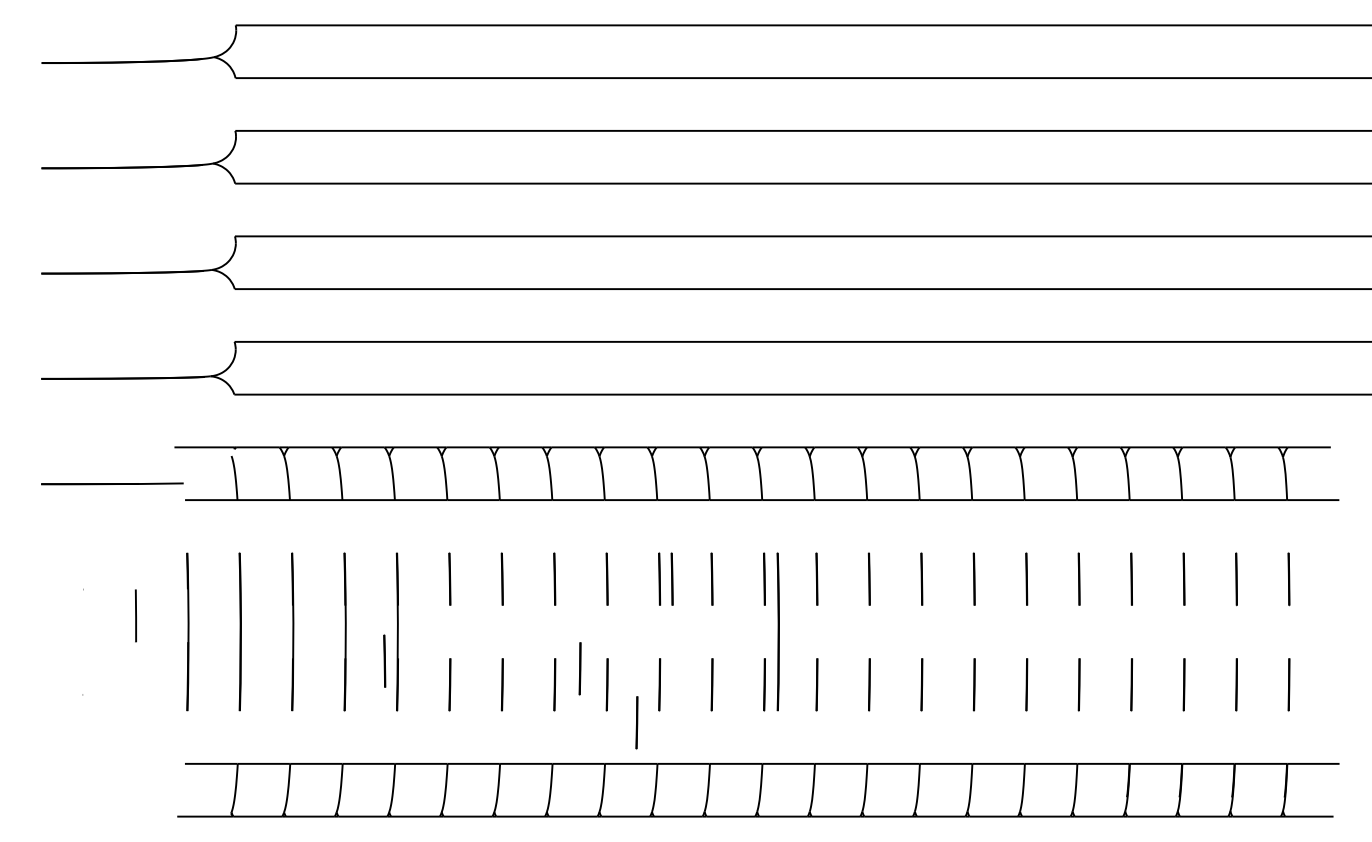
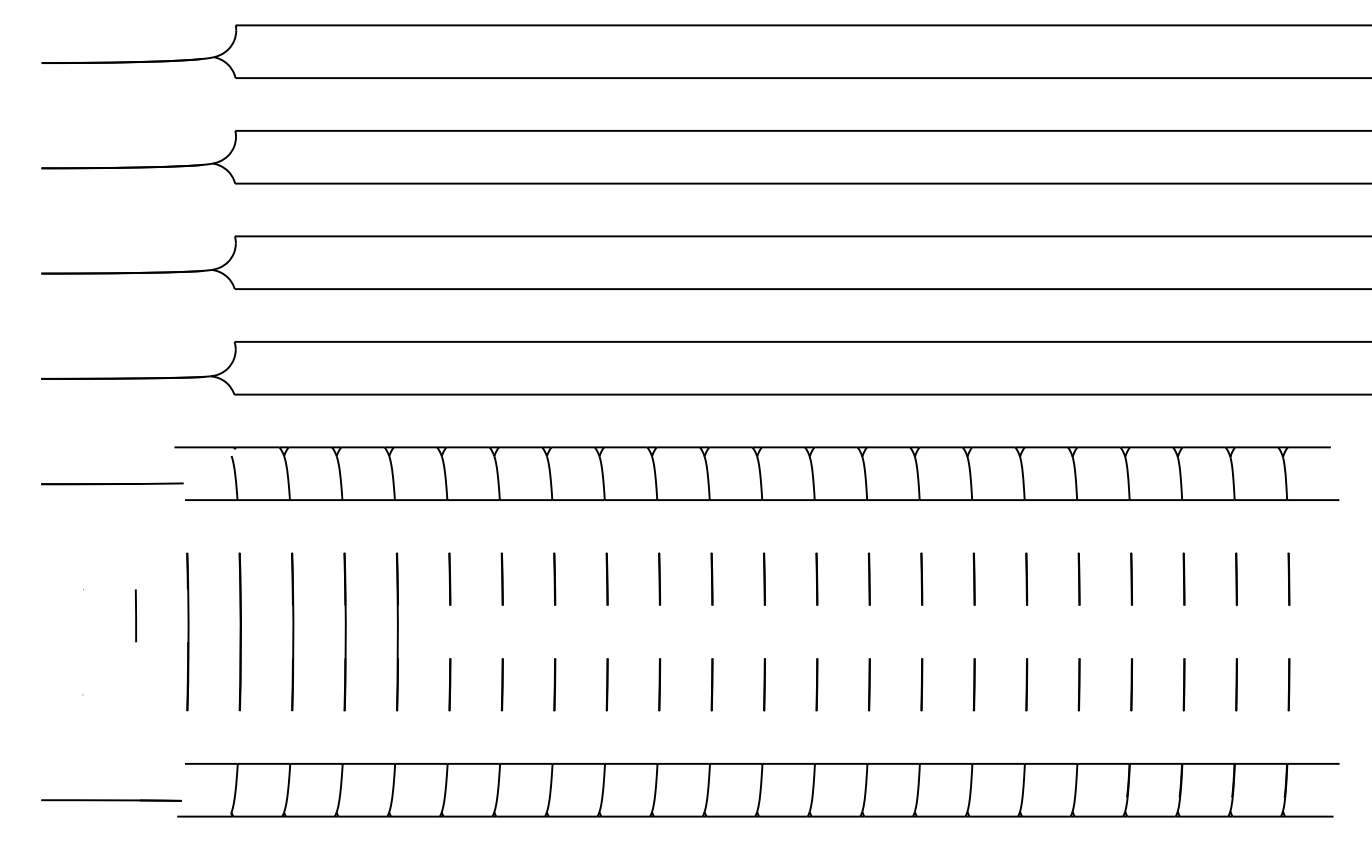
line at (671, 578): present -> none
line at (777, 631): present -> none
line at (384, 660): present -> none
line at (579, 668): present -> none
line at (636, 722): present -> none
line at (111, 800): none -> present
